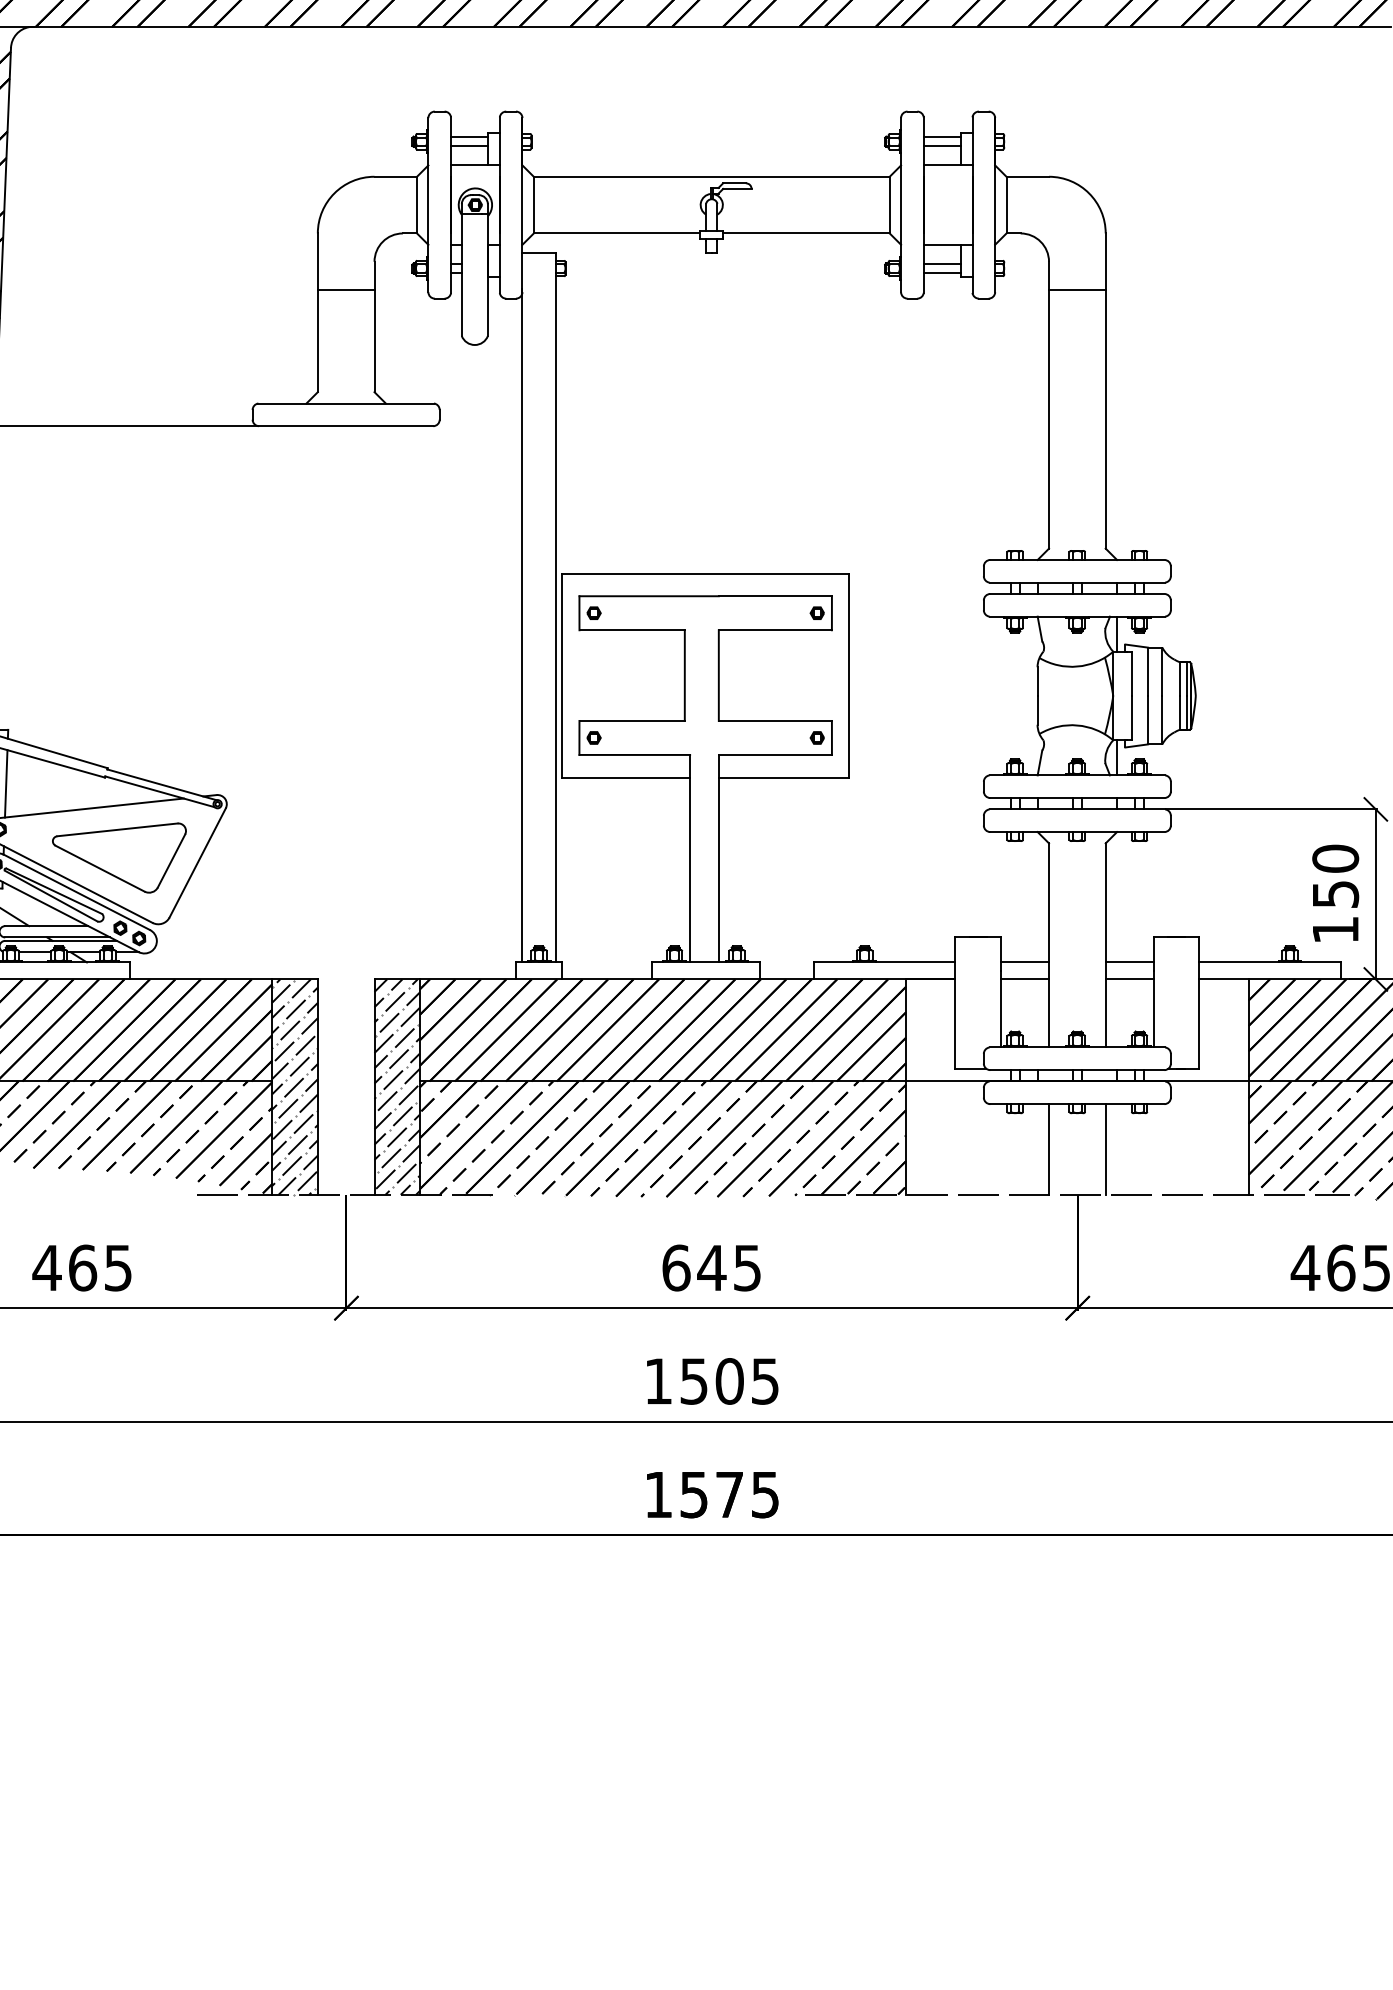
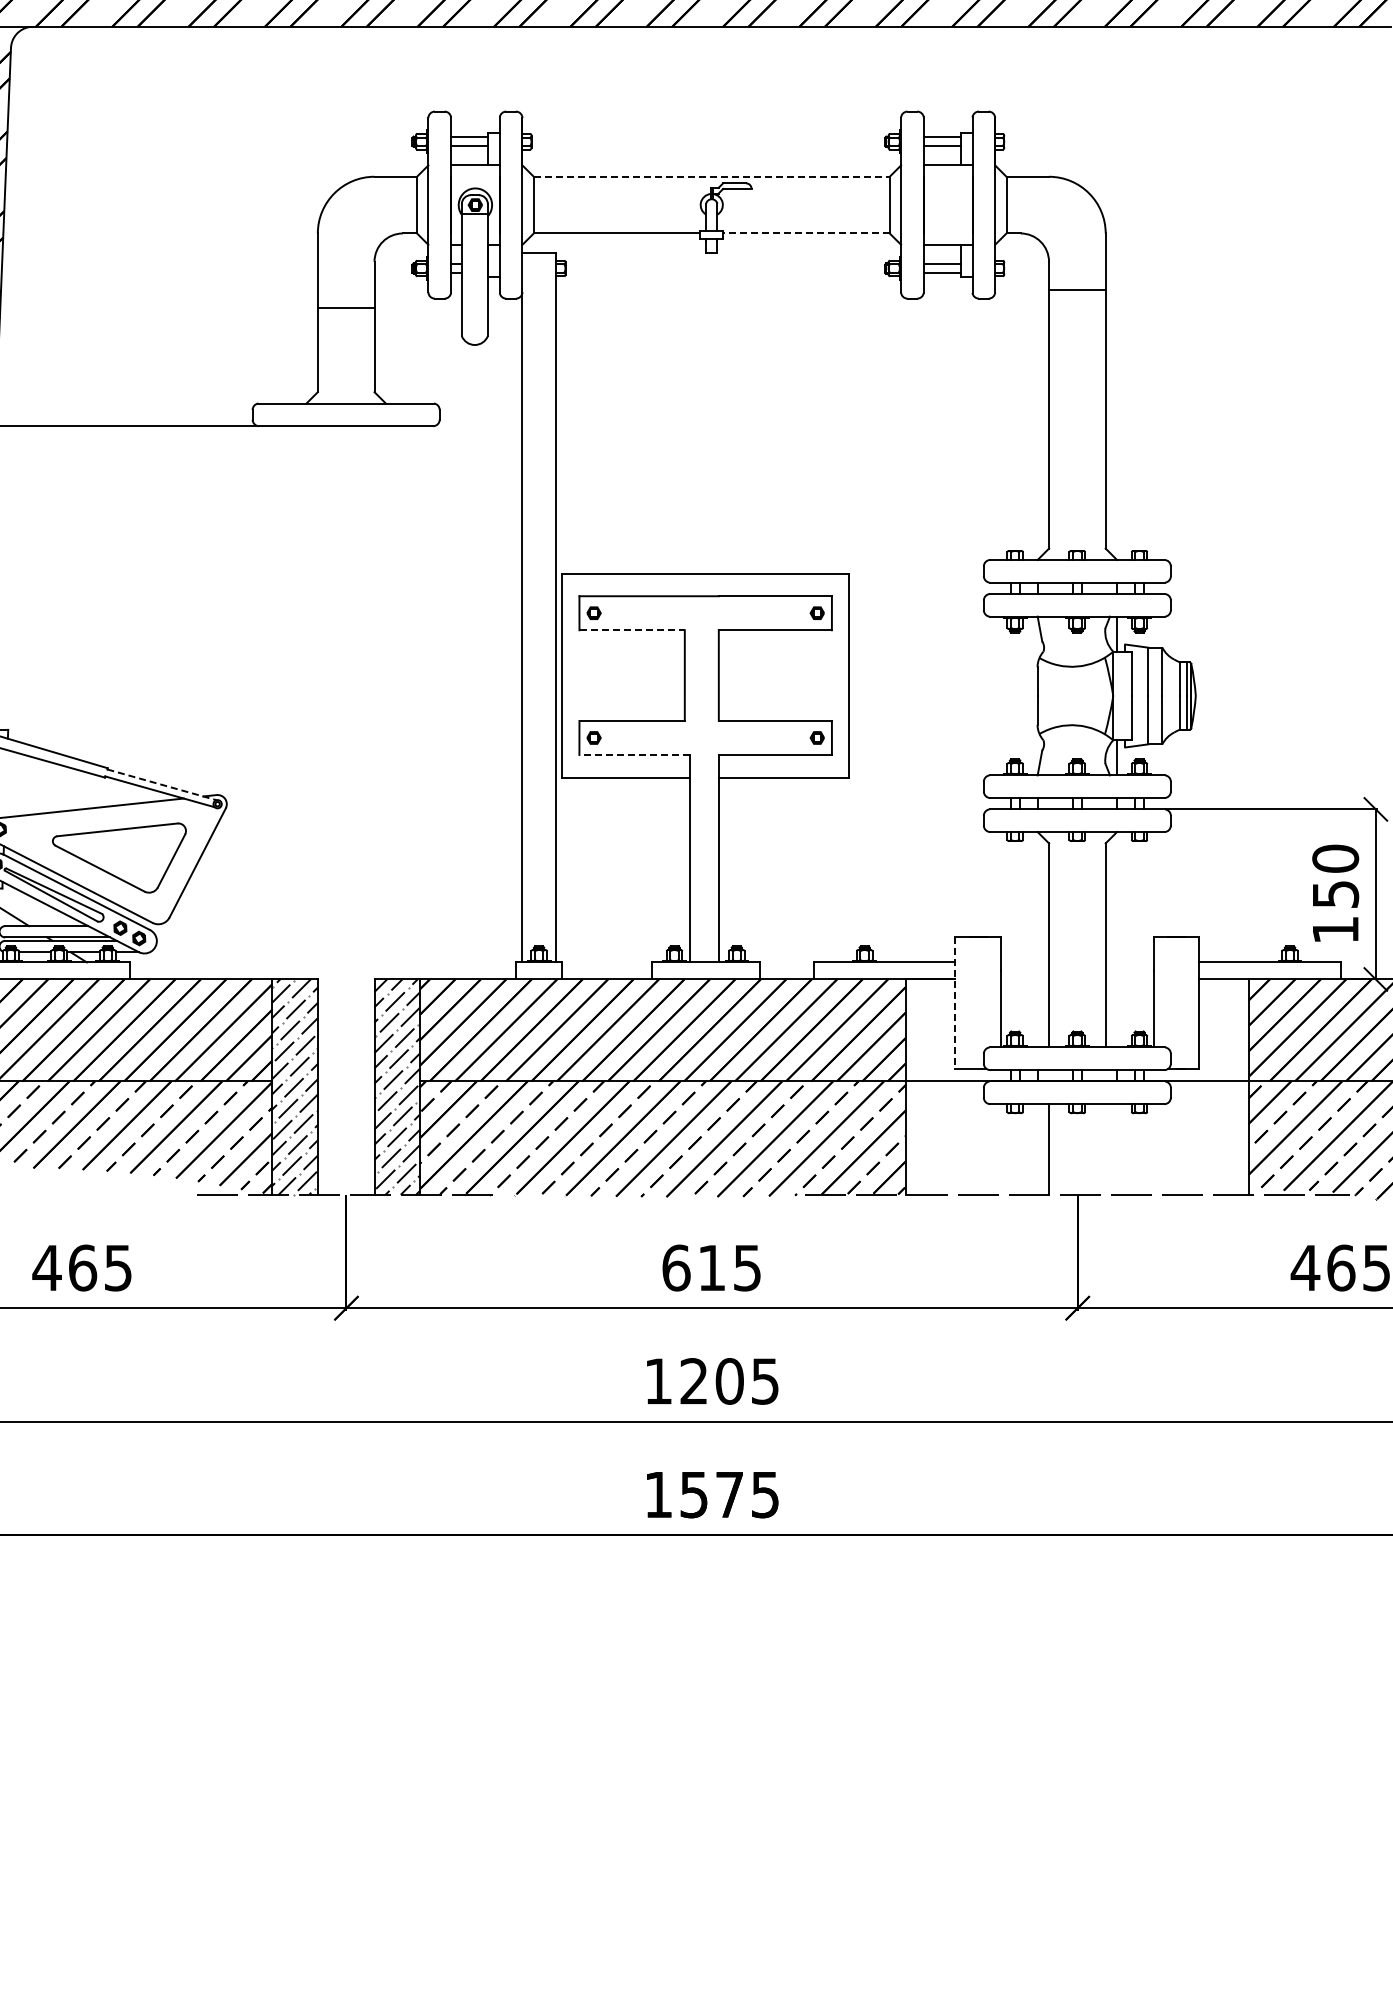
line at (711, 176): solid -> dashed
line at (805, 233): solid -> dashed
line at (345, 290) position: (345, 290) -> (345, 308)
line at (632, 630): solid -> dashed
line at (634, 754): solid -> dashed
line at (6, 783): present -> none
line at (161, 784): solid -> dashed
line at (1024, 962): present -> none
line at (1129, 962): present -> none
line at (1024, 979): present -> none
line at (1129, 979): present -> none
line at (955, 1002): solid -> dashed
line at (1105, 1149): present -> none
text at (711, 1267): 645 -> 615
text at (693, 1381): 1505 -> 1205
